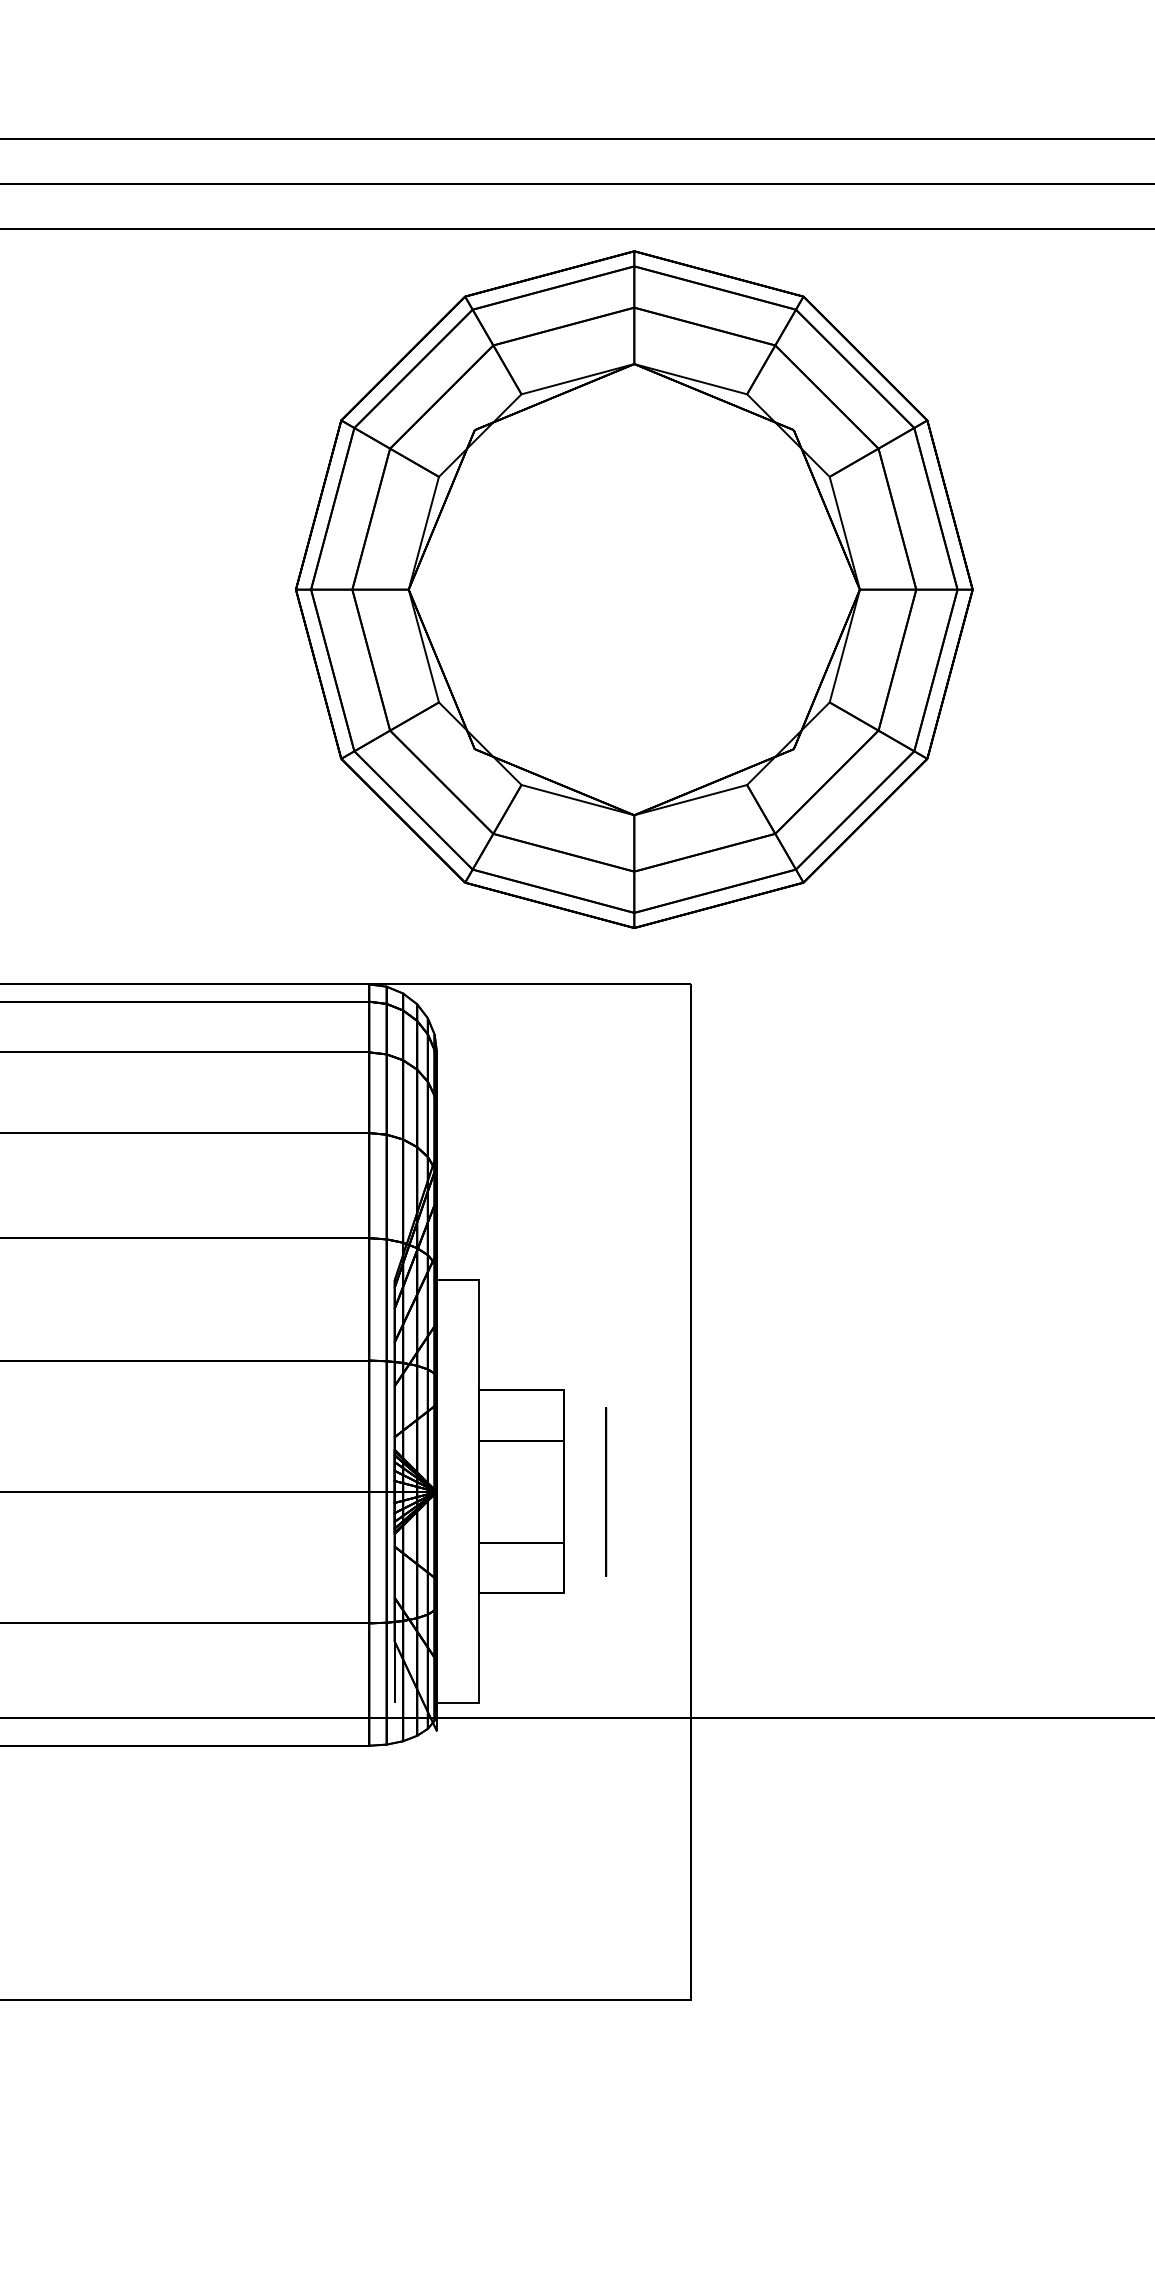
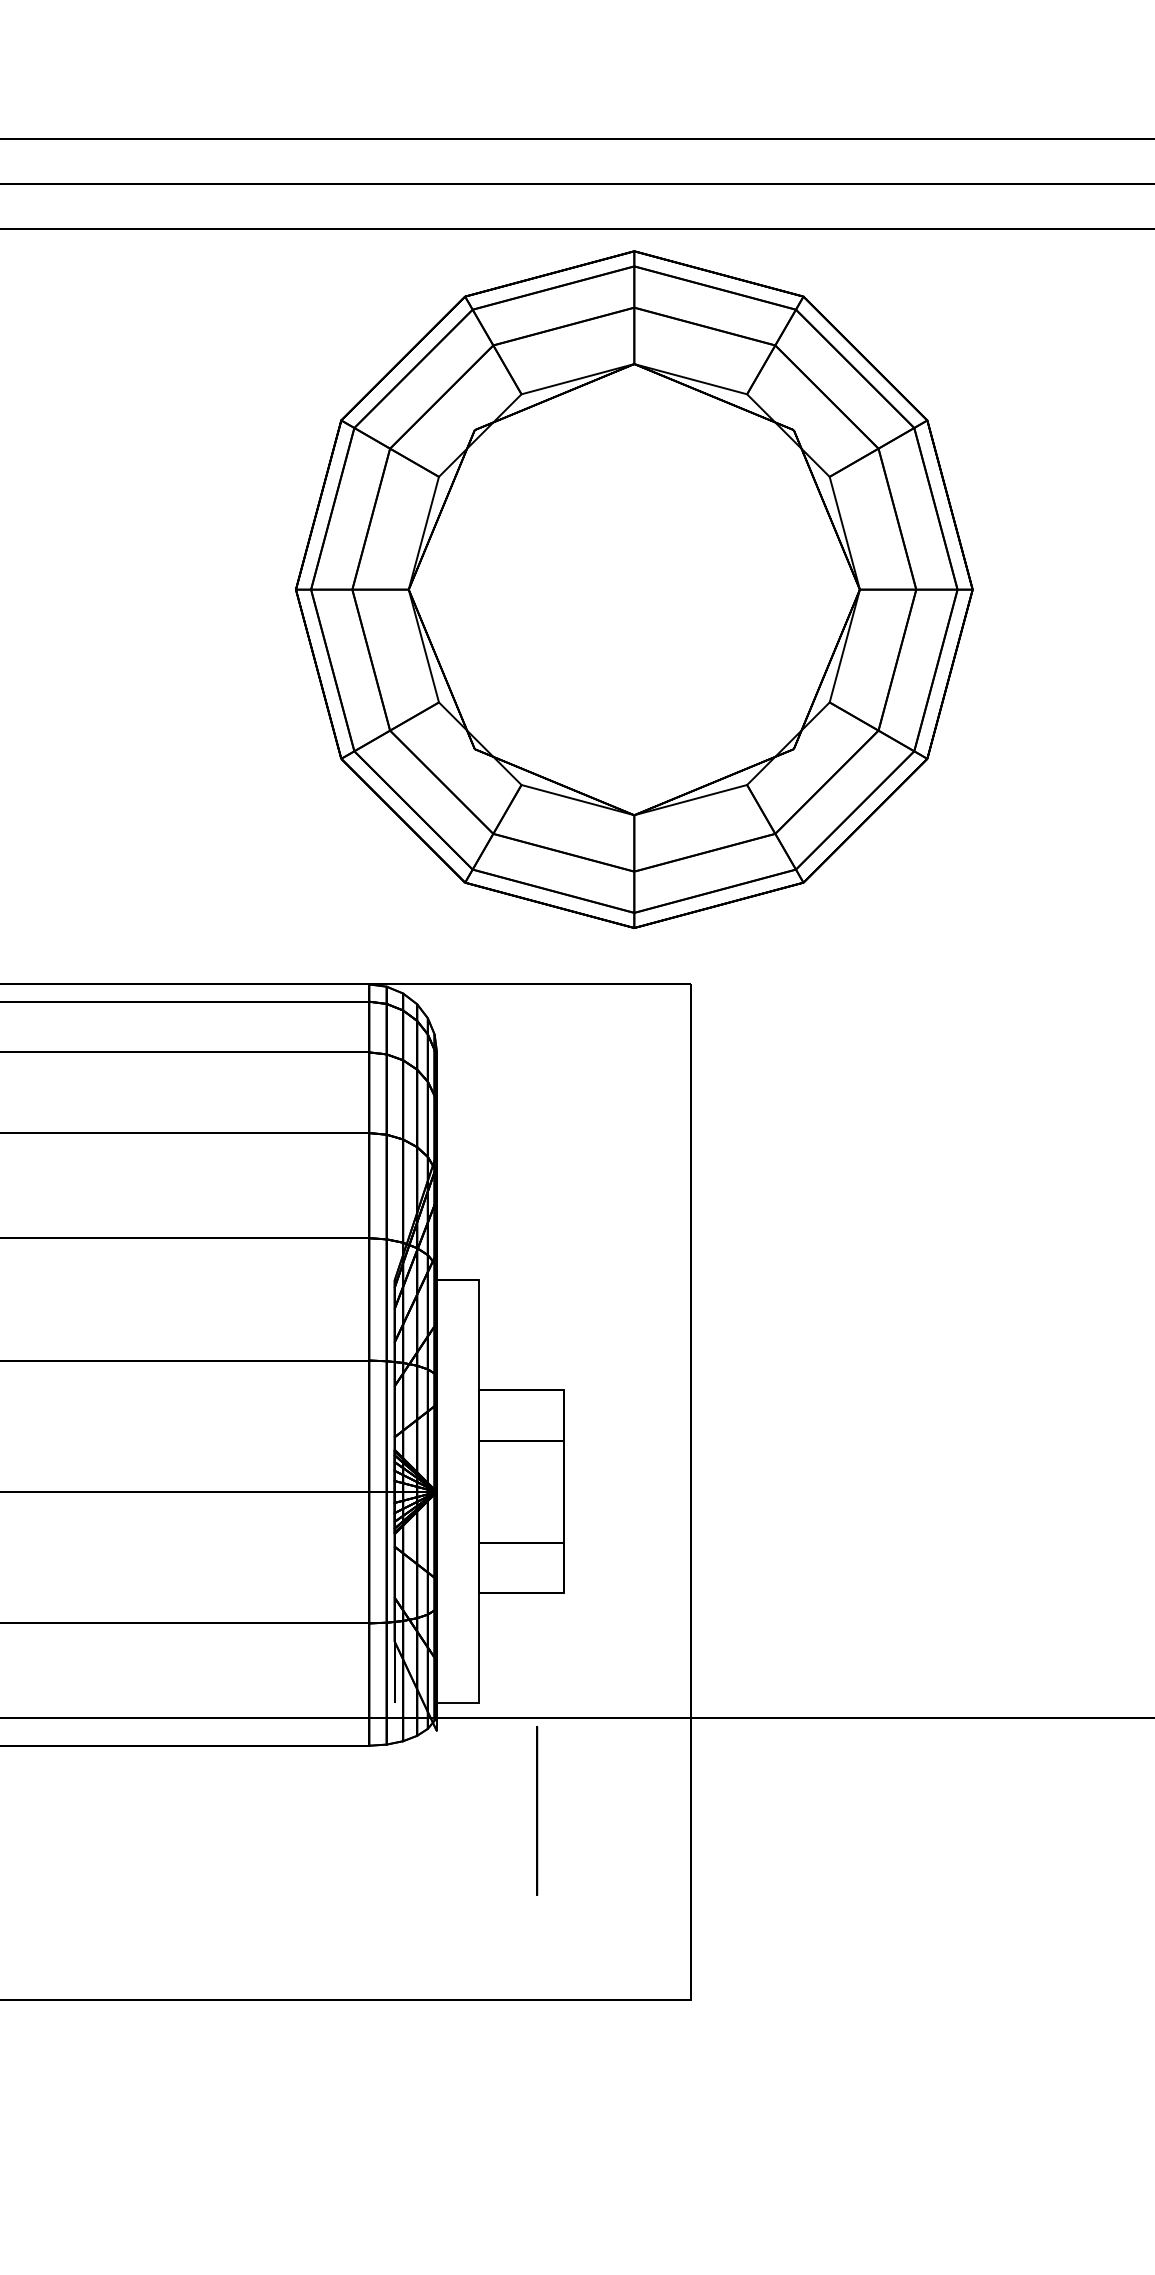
circle at (606, 1491) position: (606, 1491) -> (537, 1810)
